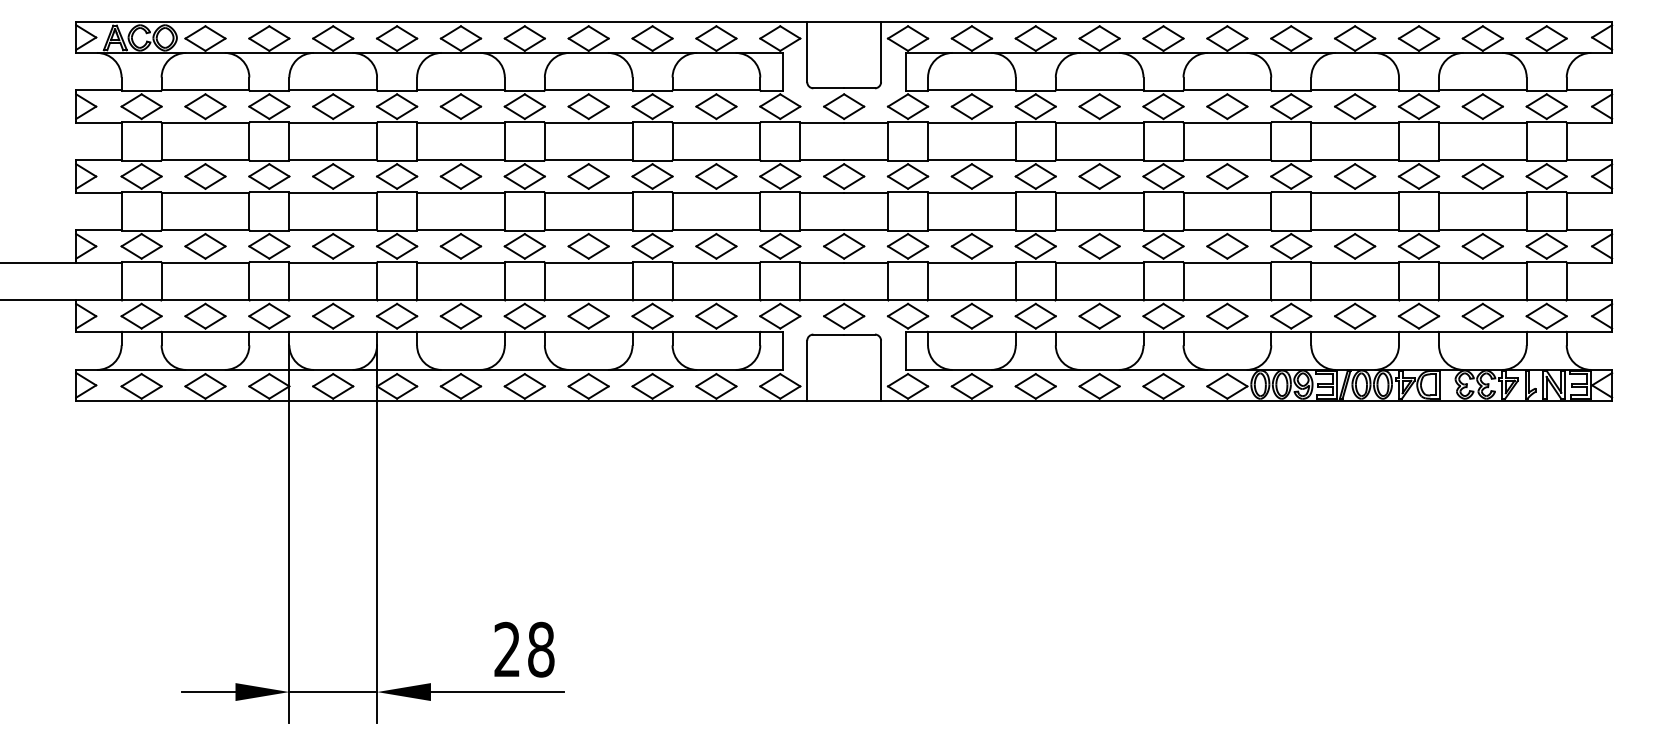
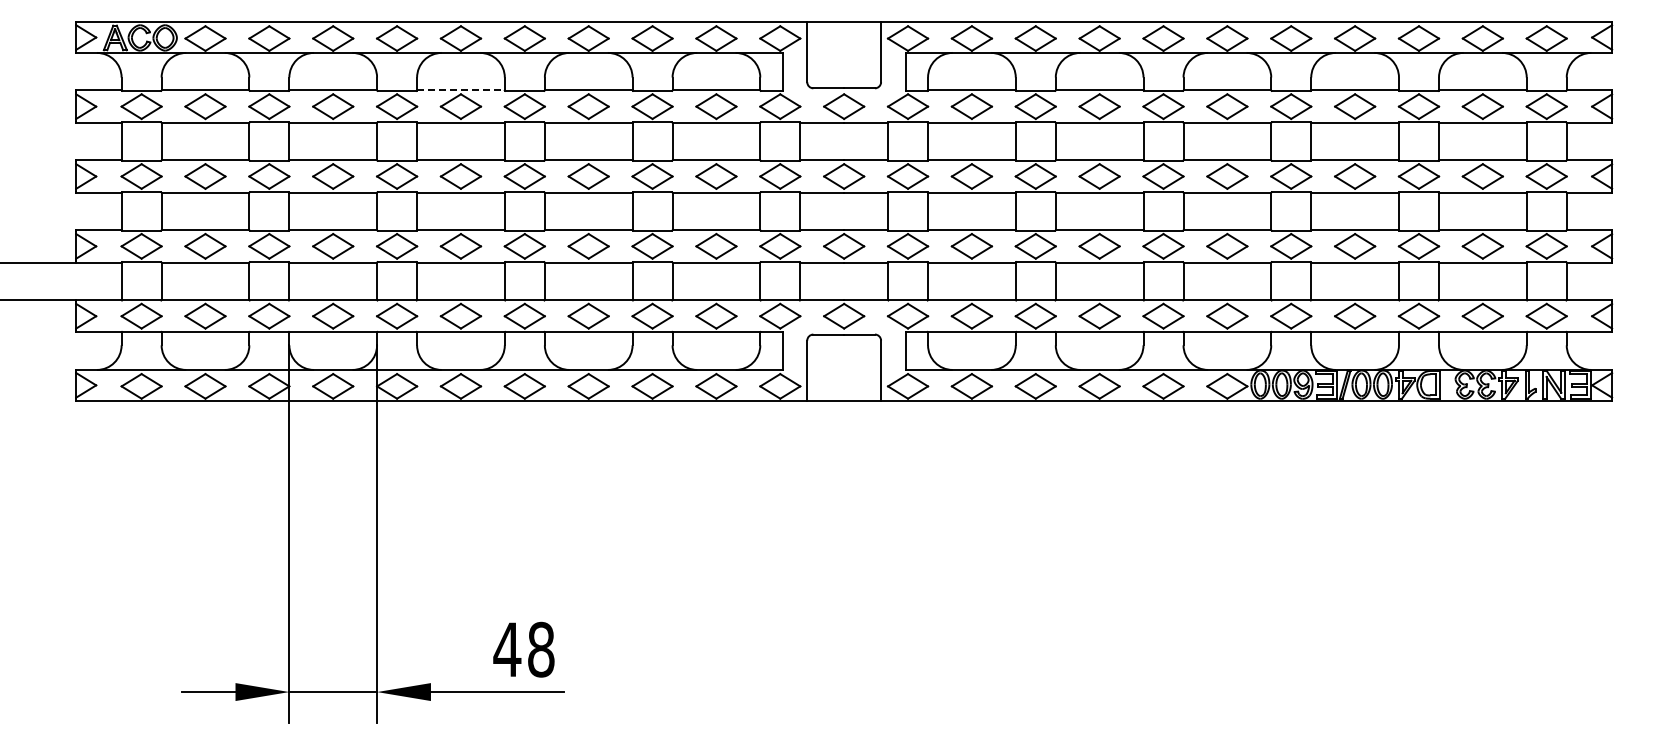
line at (460, 90): solid -> dashed
text at (507, 648): 28 -> 48
